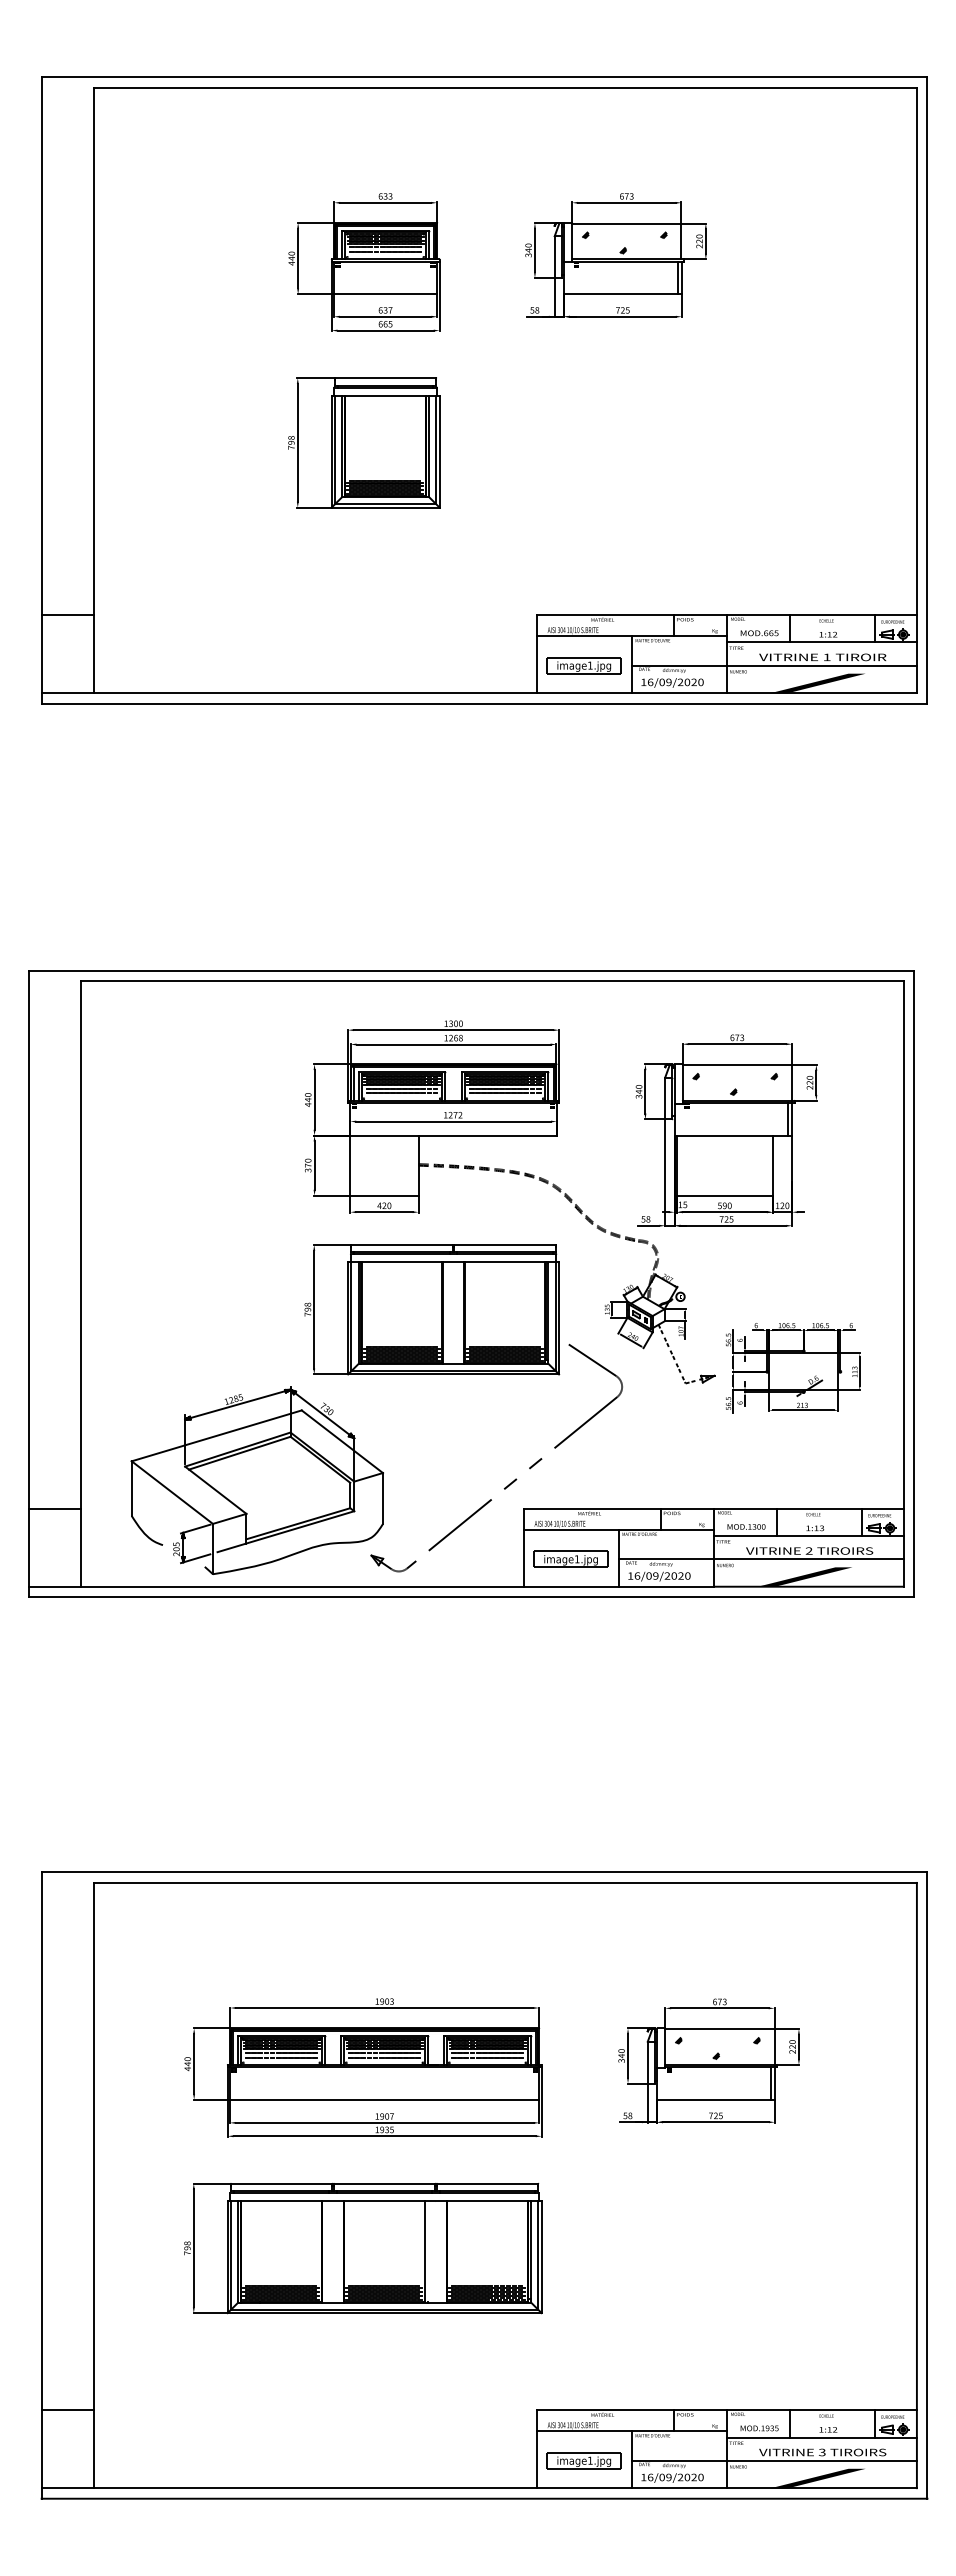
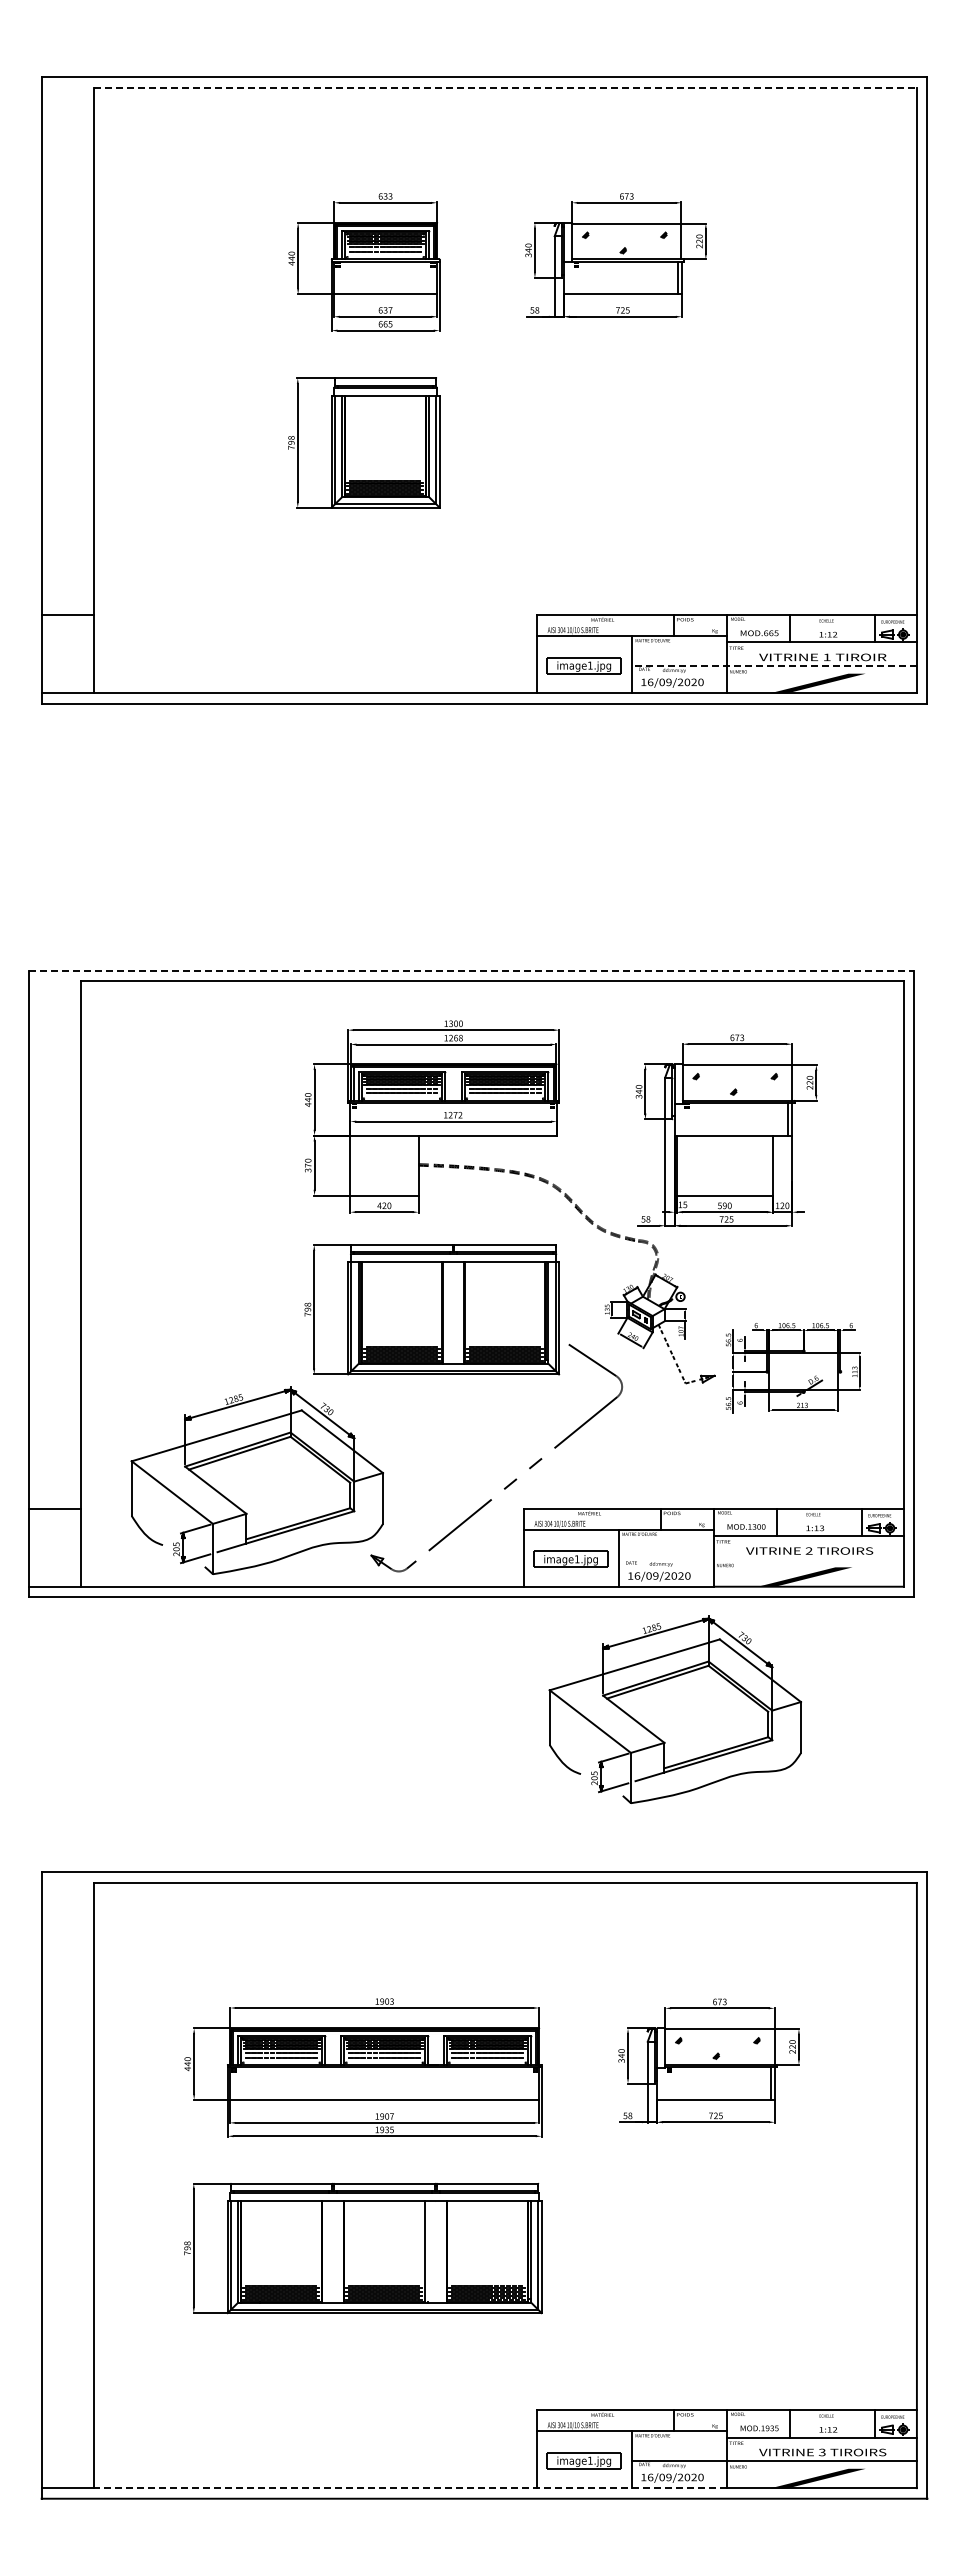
line at (506, 87): solid -> dashed
line at (774, 665): solid -> dashed
line at (471, 970): solid -> dashed
line at (761, 1559): present -> none
part at (674, 1709): none -> present
line at (67, 2410): present -> none
line at (410, 2488): solid -> dashed
